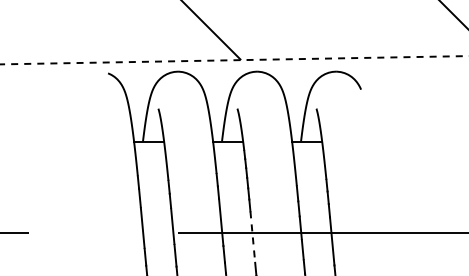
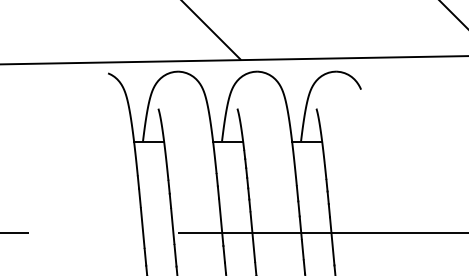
line at (233, 60): dashed -> solid
line at (252, 236): dashed -> solid
